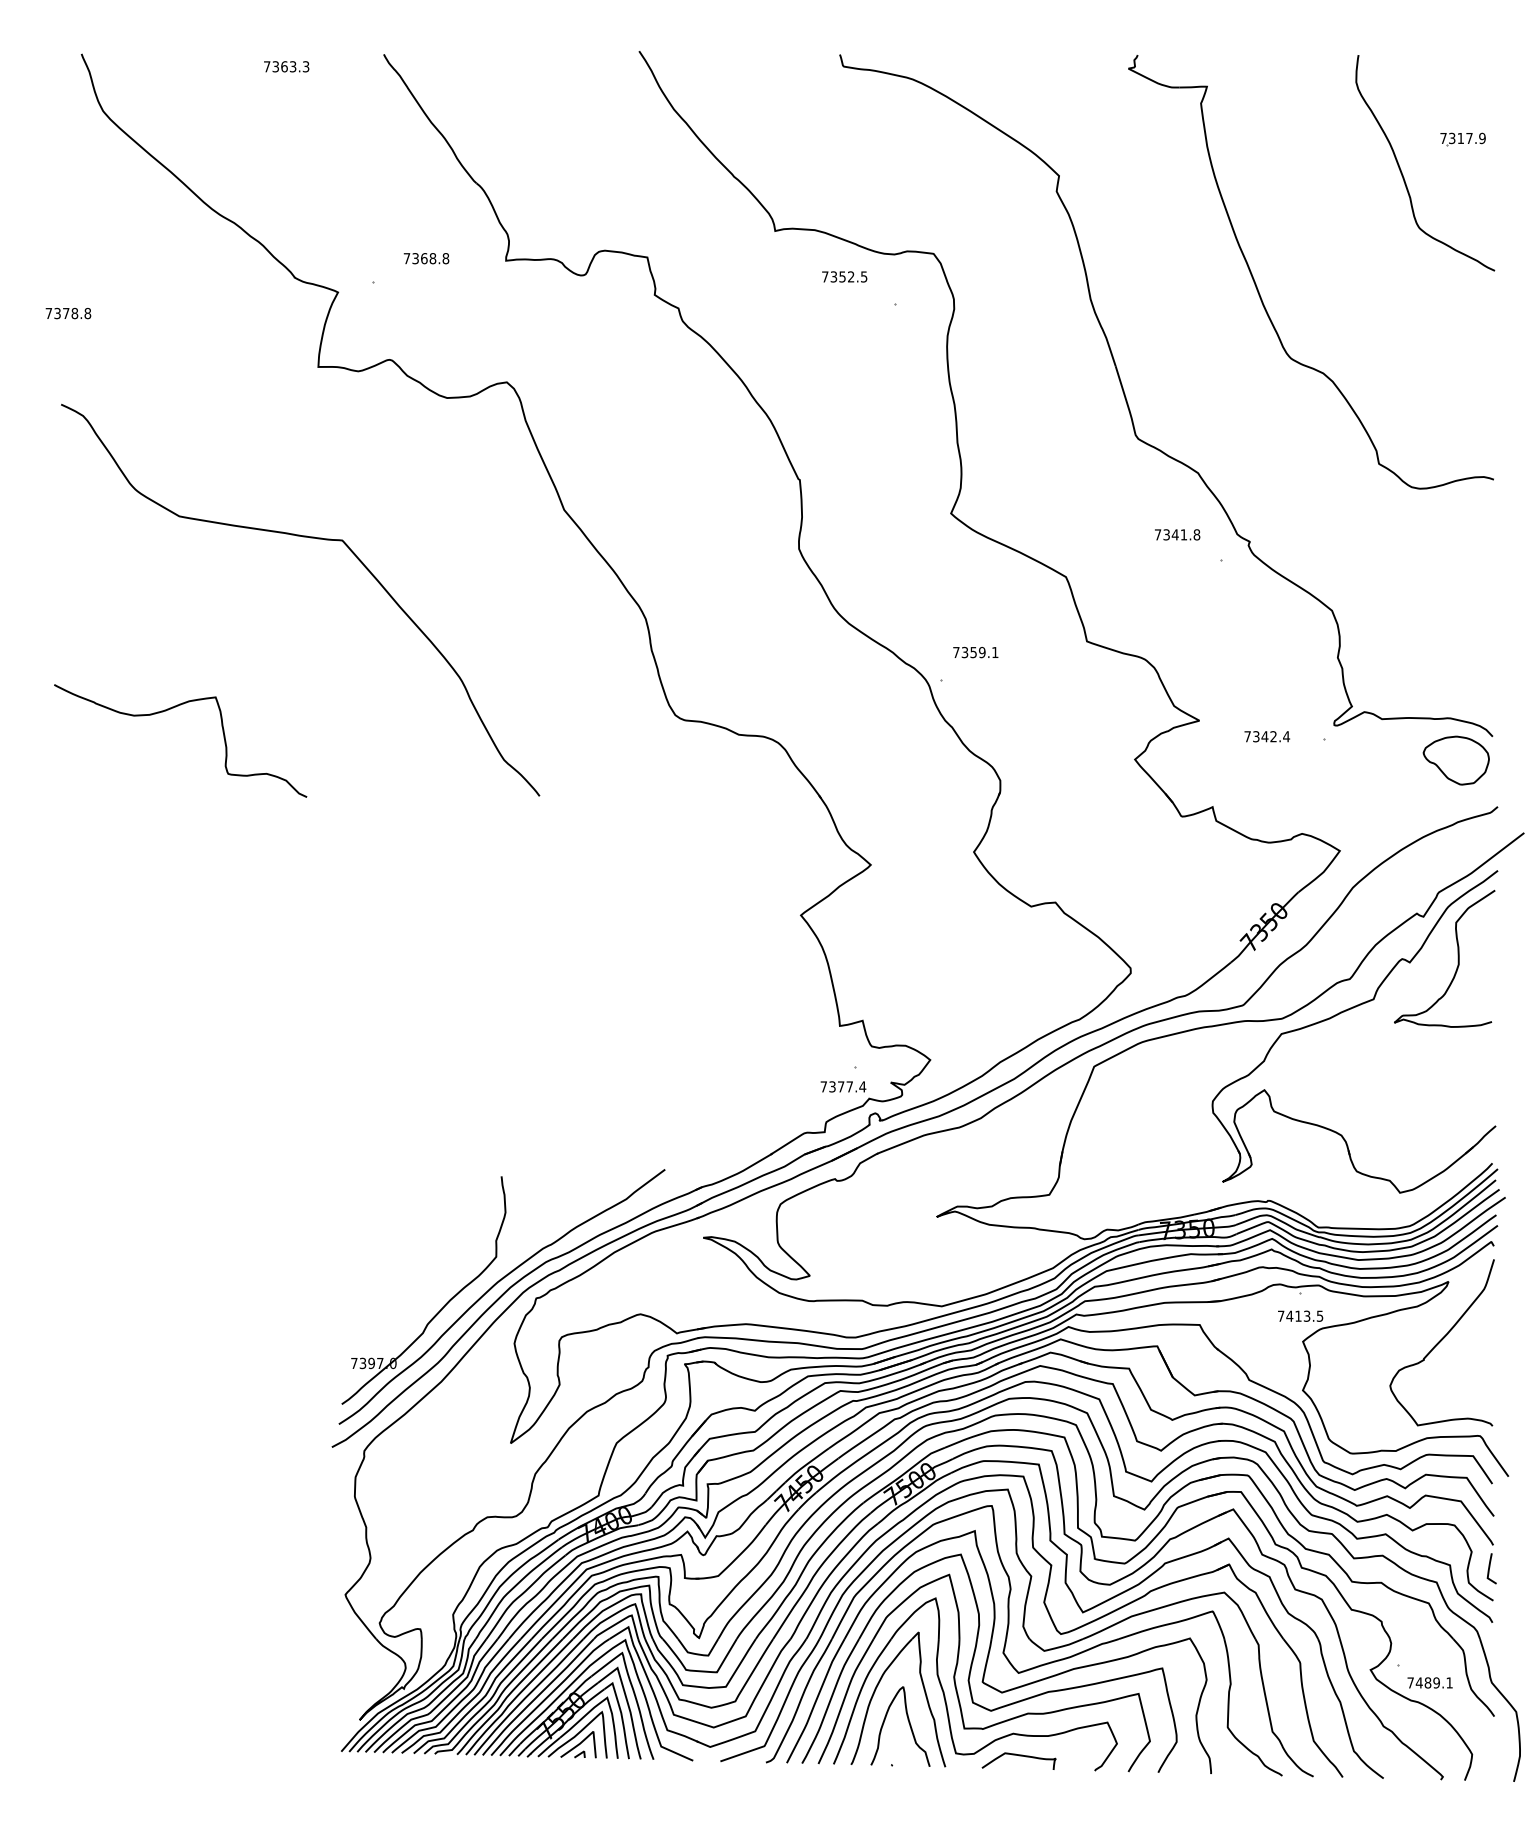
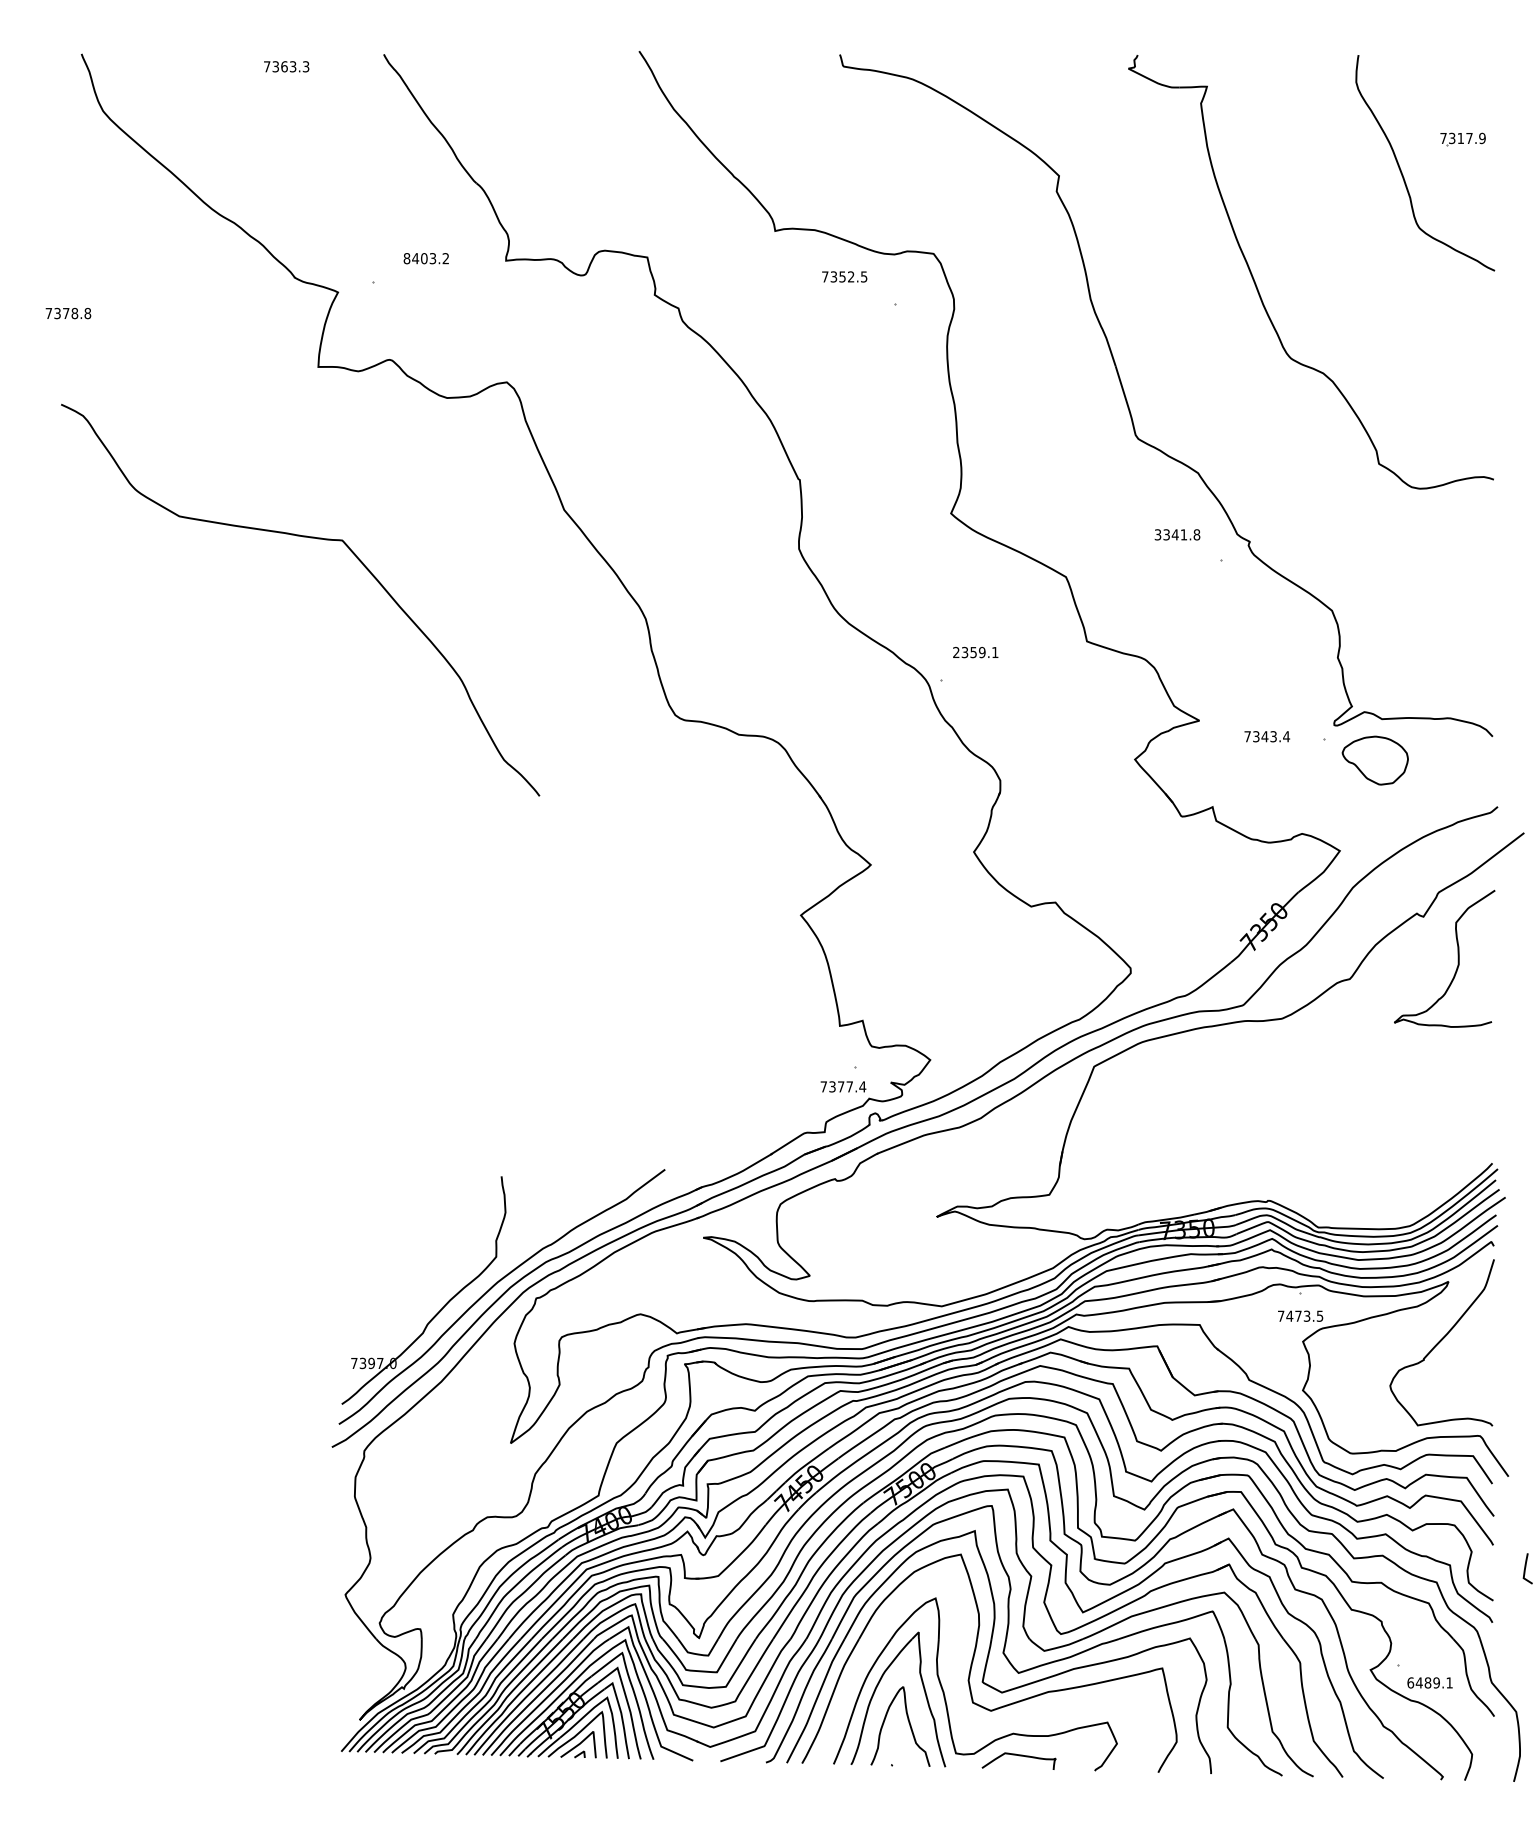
text at (426, 258): 7368.8 -> 8403.2
text at (1157, 534): 7341.8 -> 3341.8
text at (956, 651): 7359.1 -> 2359.1
curve at (166, 711): present -> none
text at (1273, 736): 7342.4 -> 7343.4
part at (1455, 760) position: (1455, 760) -> (1374, 760)
part at (1344, 1012): present -> none
text at (1298, 1315): 7413.5 -> 7473.5
line at (1490, 1567) position: (1490, 1567) -> (1526, 1567)
part at (957, 1667): present -> none
text at (1410, 1682): 7489.1 -> 6489.1
